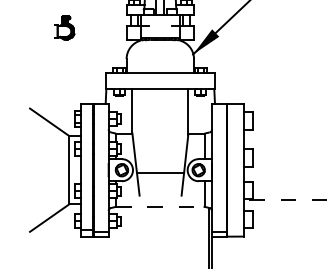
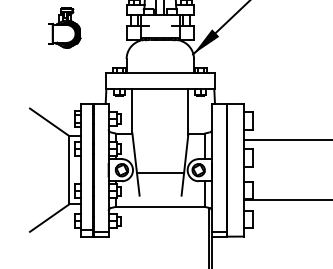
part at (64, 27) size: 22x26 px -> 34x42 px
line at (286, 140): none -> present
line at (288, 200): dashed -> solid
line at (160, 206): dashed -> solid
